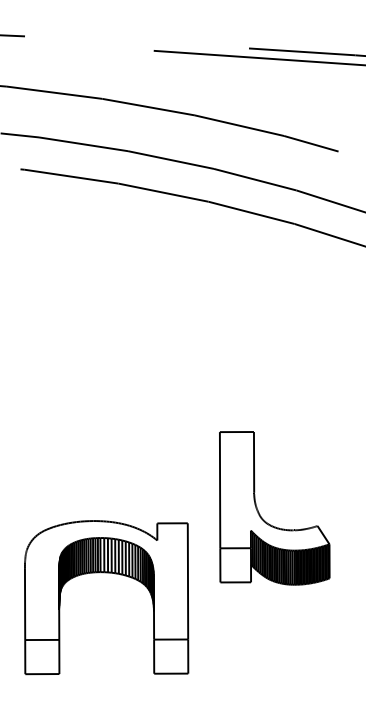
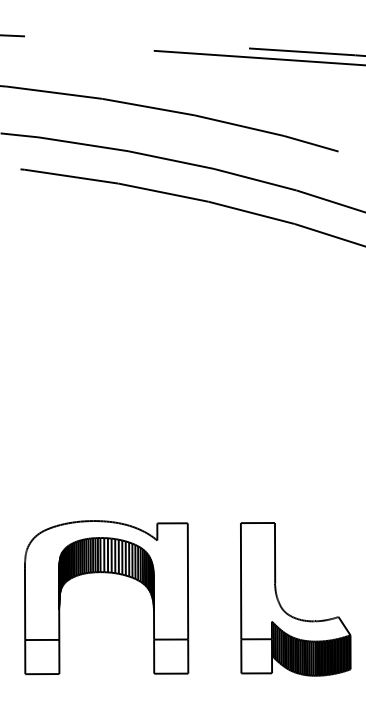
part at (263, 518) position: (263, 518) -> (284, 609)
